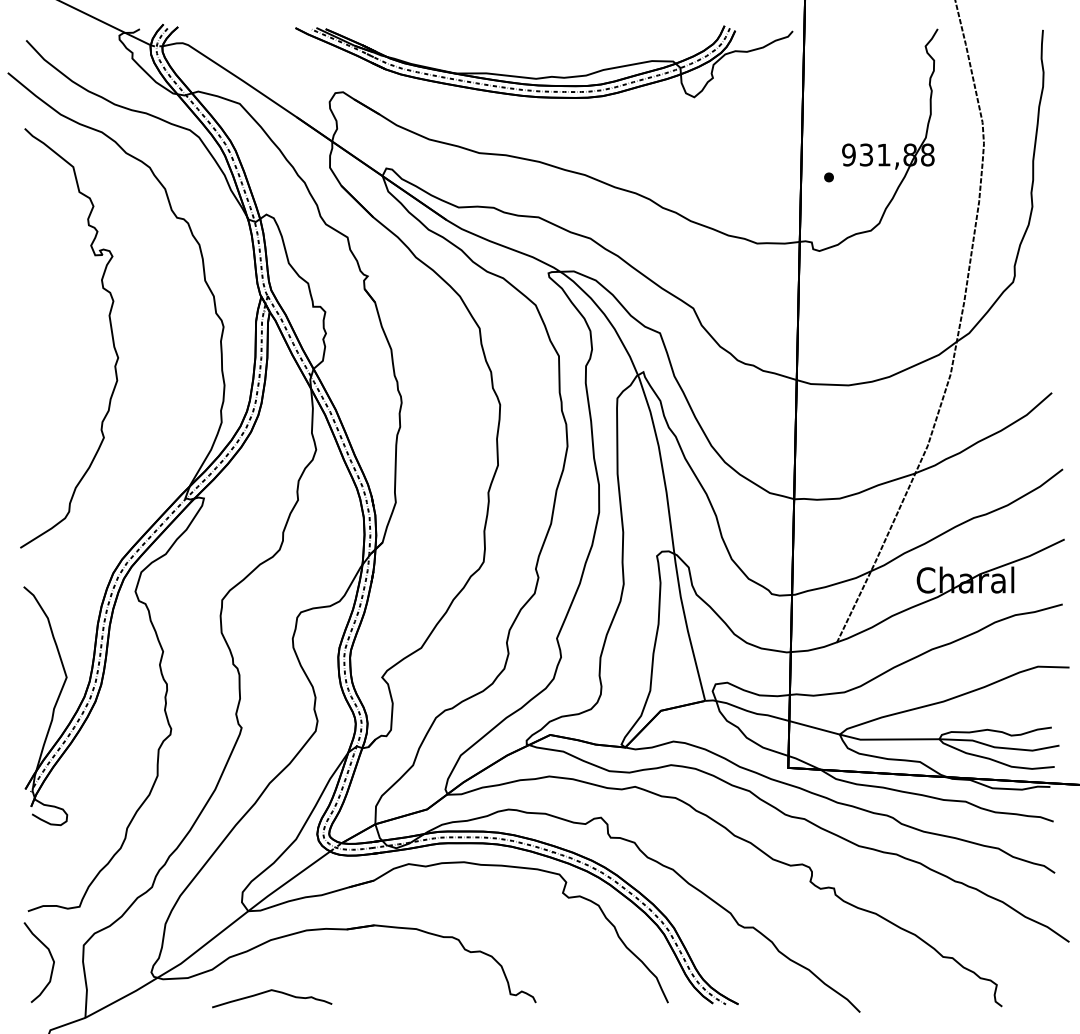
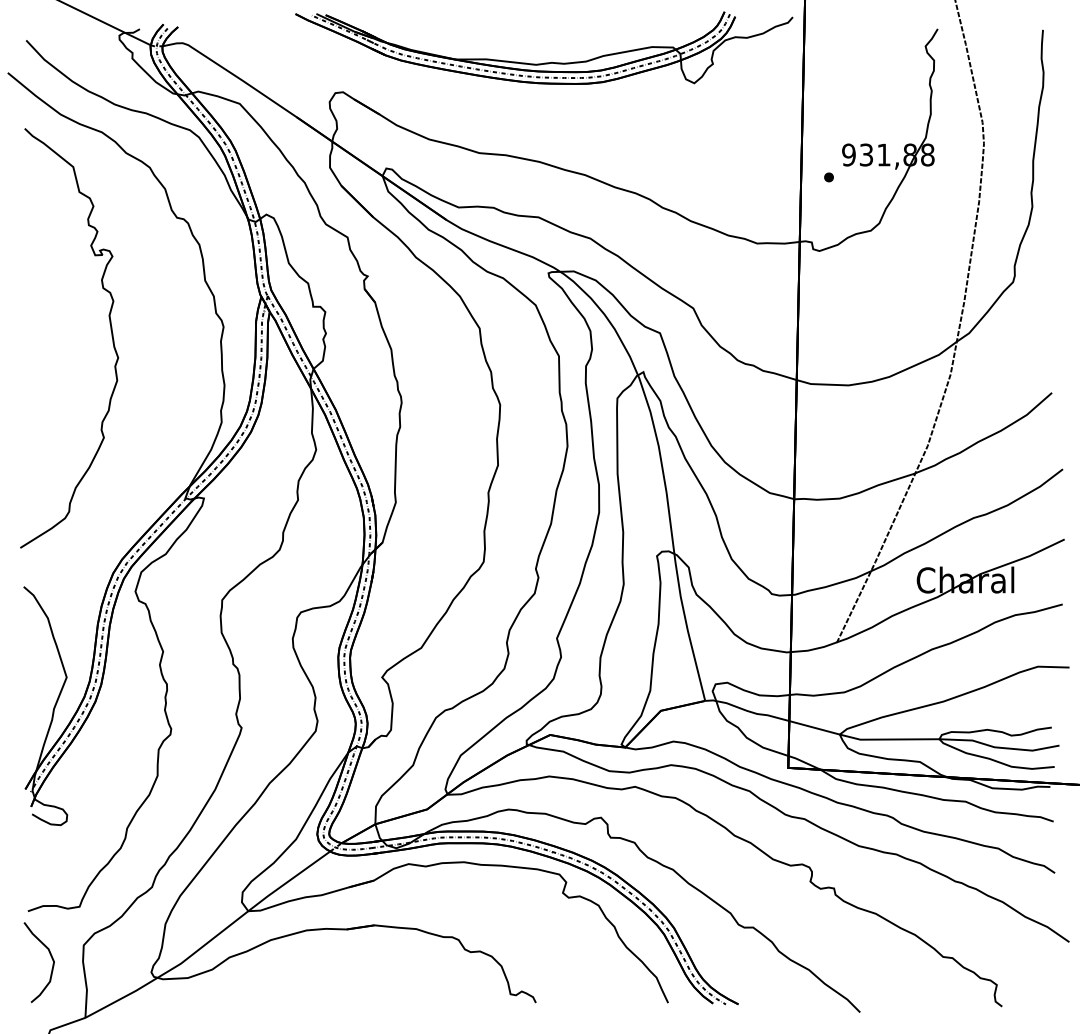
part at (544, 76) position: (544, 76) -> (544, 62)
curve at (272, 991): present -> none
